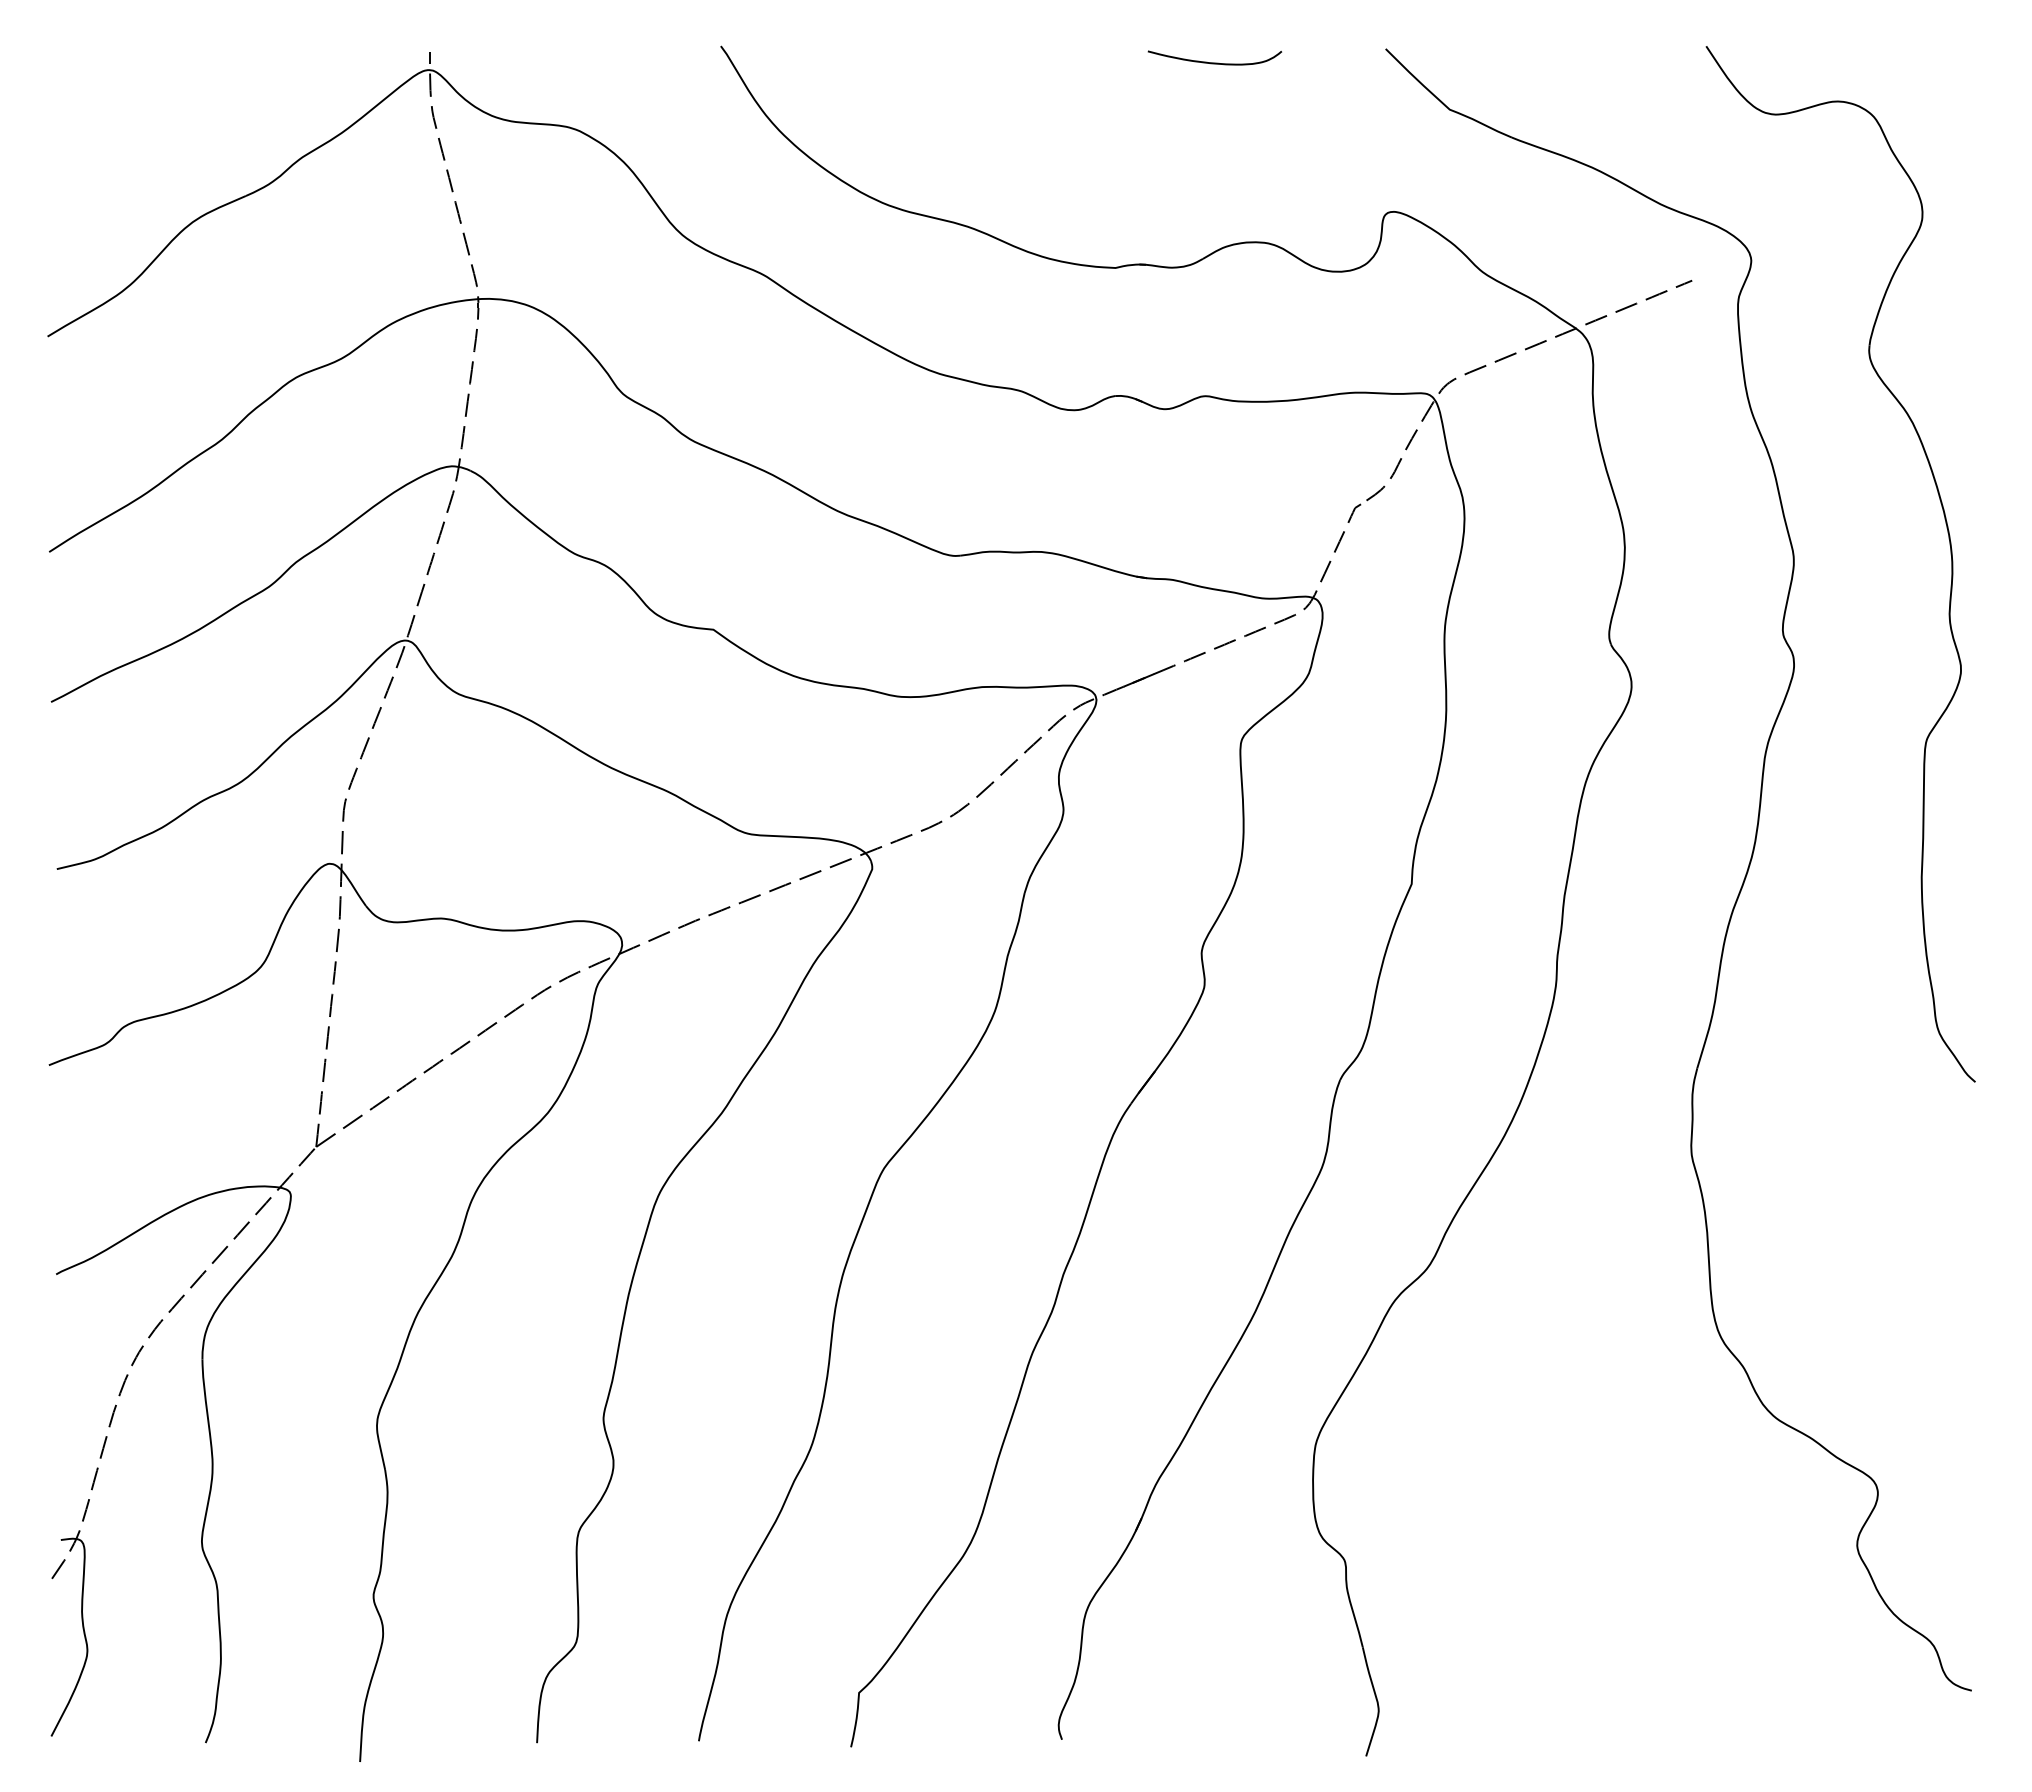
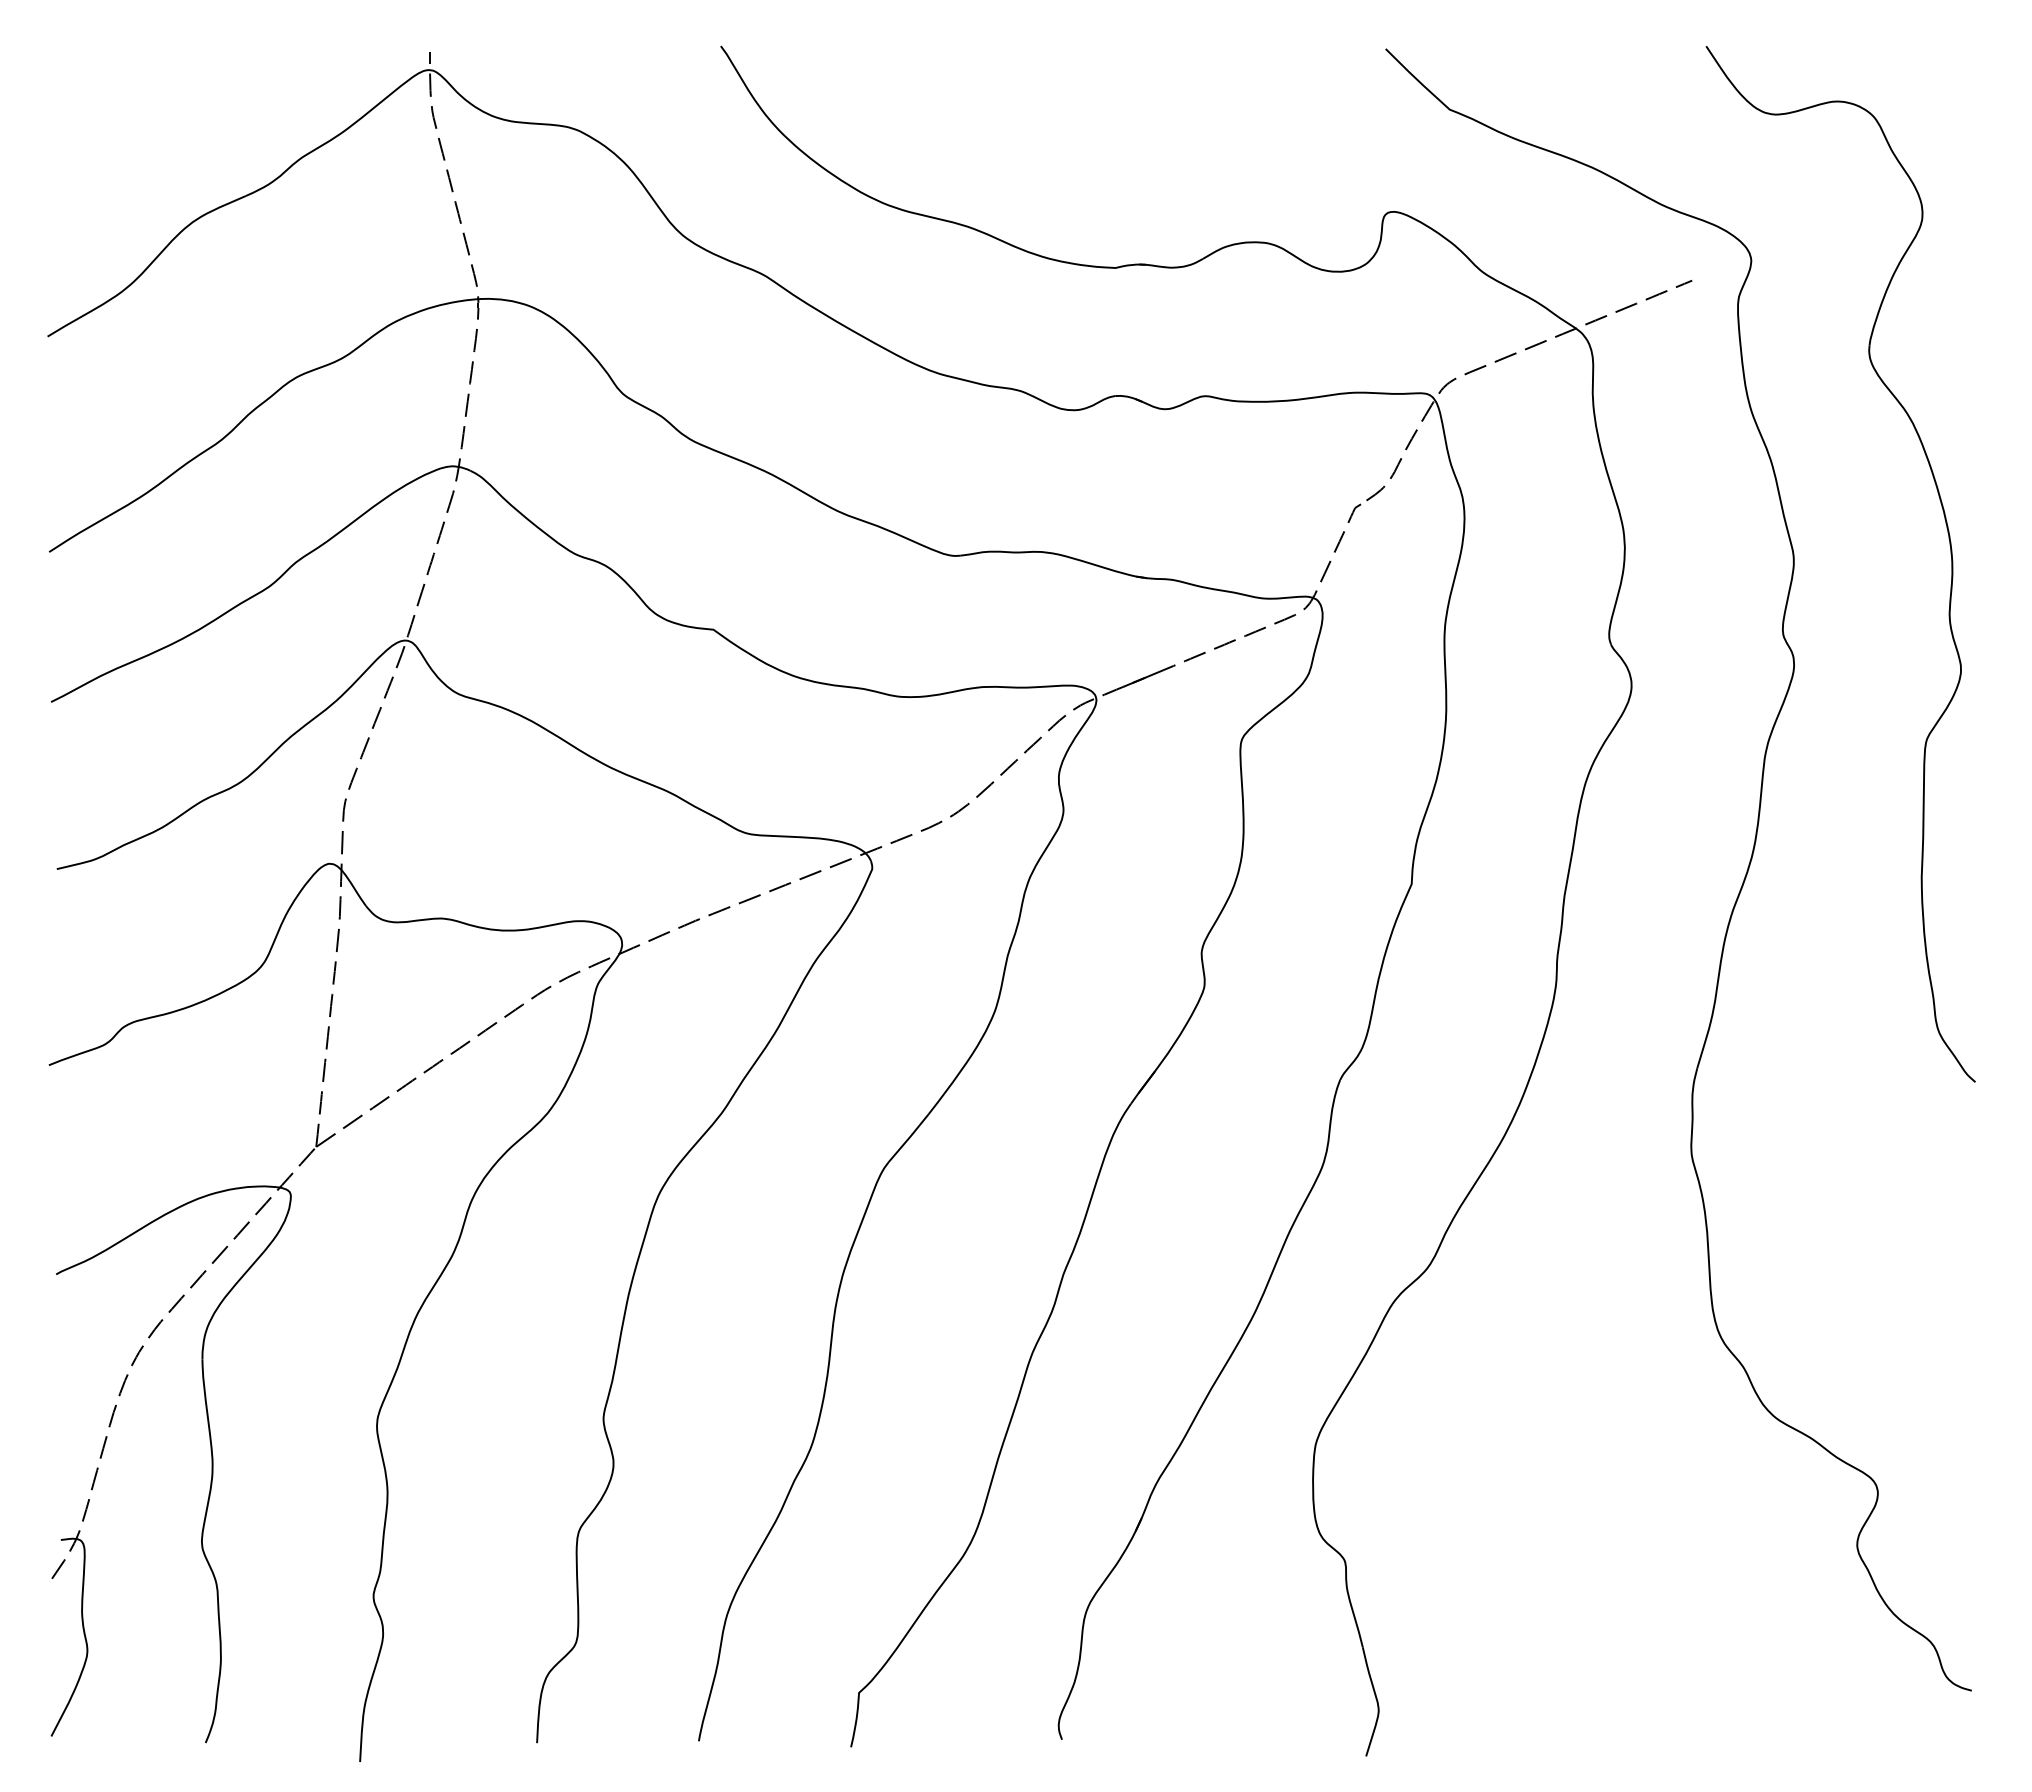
curve at (1214, 62): present -> none
